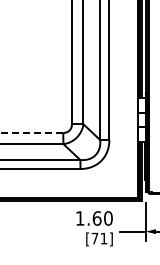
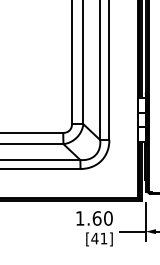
line at (31, 132): dashed -> solid
text at (94, 238): [71] -> [41]
